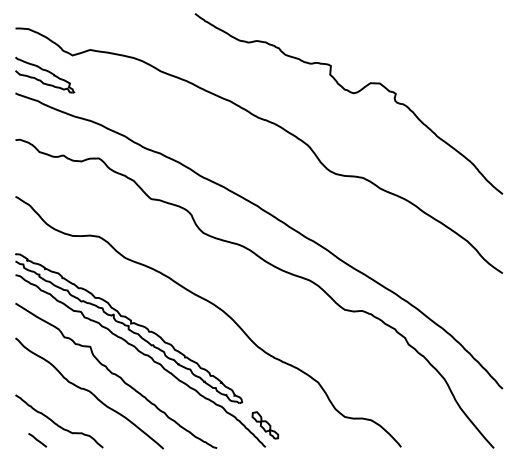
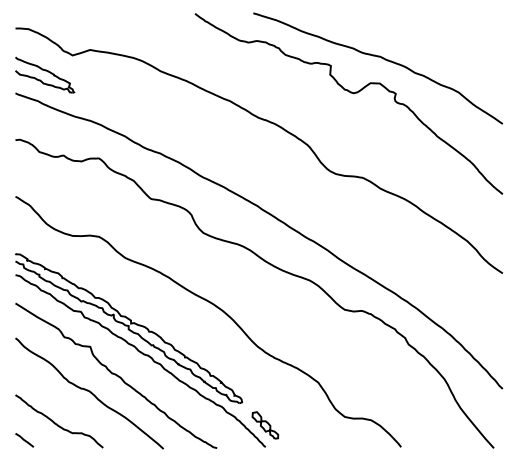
curve at (383, 59): none -> present
line at (37, 440) position: (37, 440) -> (24, 440)
